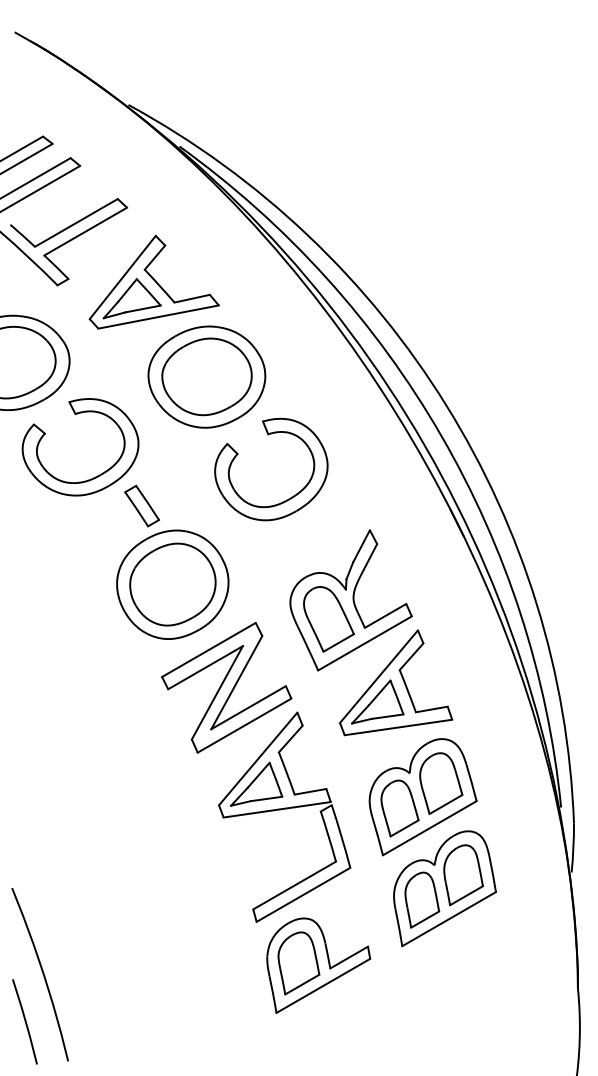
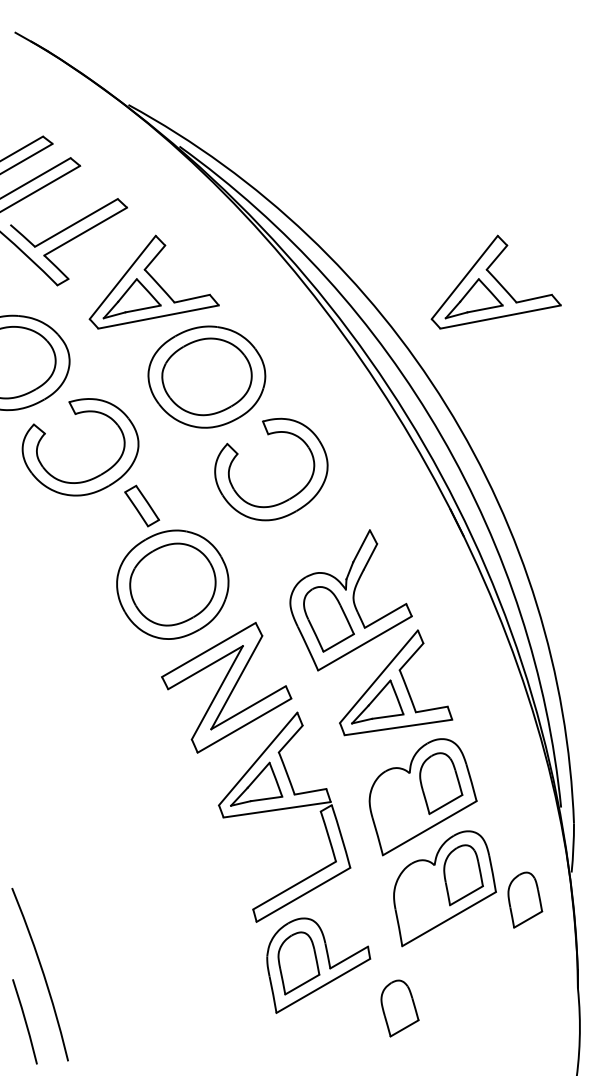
part at (495, 281): none -> present
part at (399, 808) position: (399, 808) -> (399, 1008)
part at (422, 899) position: (422, 899) -> (525, 899)
